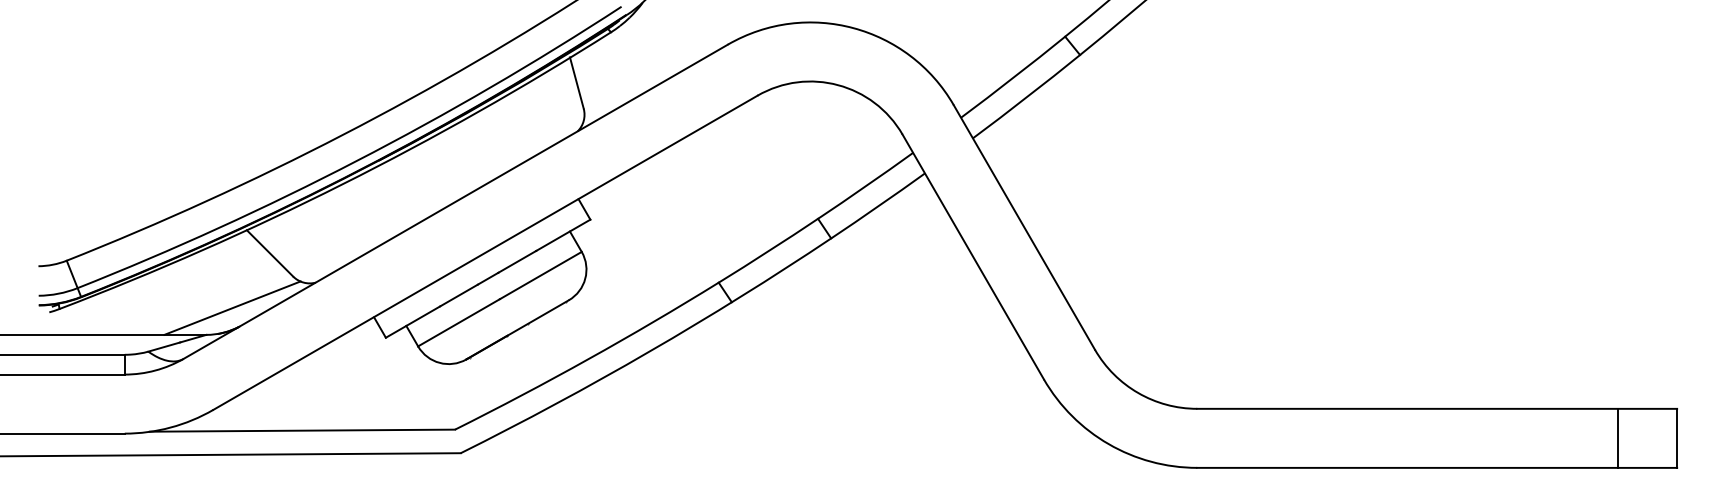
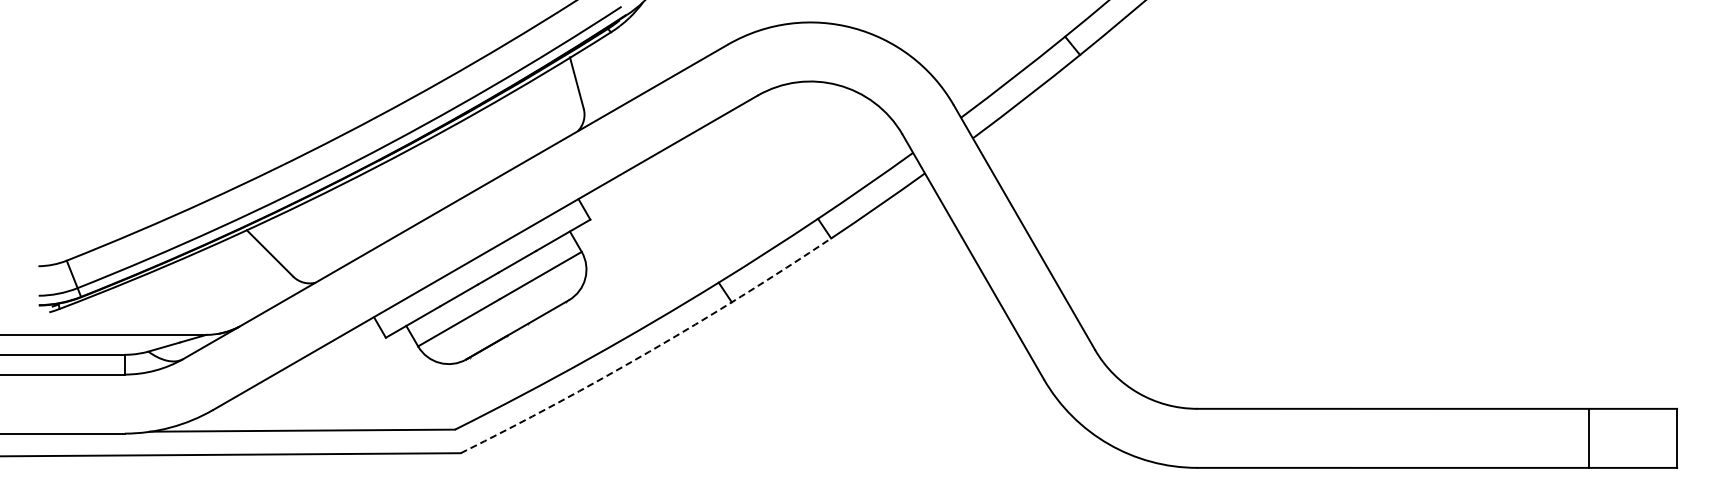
line at (232, 307): present -> none
arc at (649, 351): solid -> dashed
line at (1618, 437) position: (1618, 437) -> (1589, 437)
